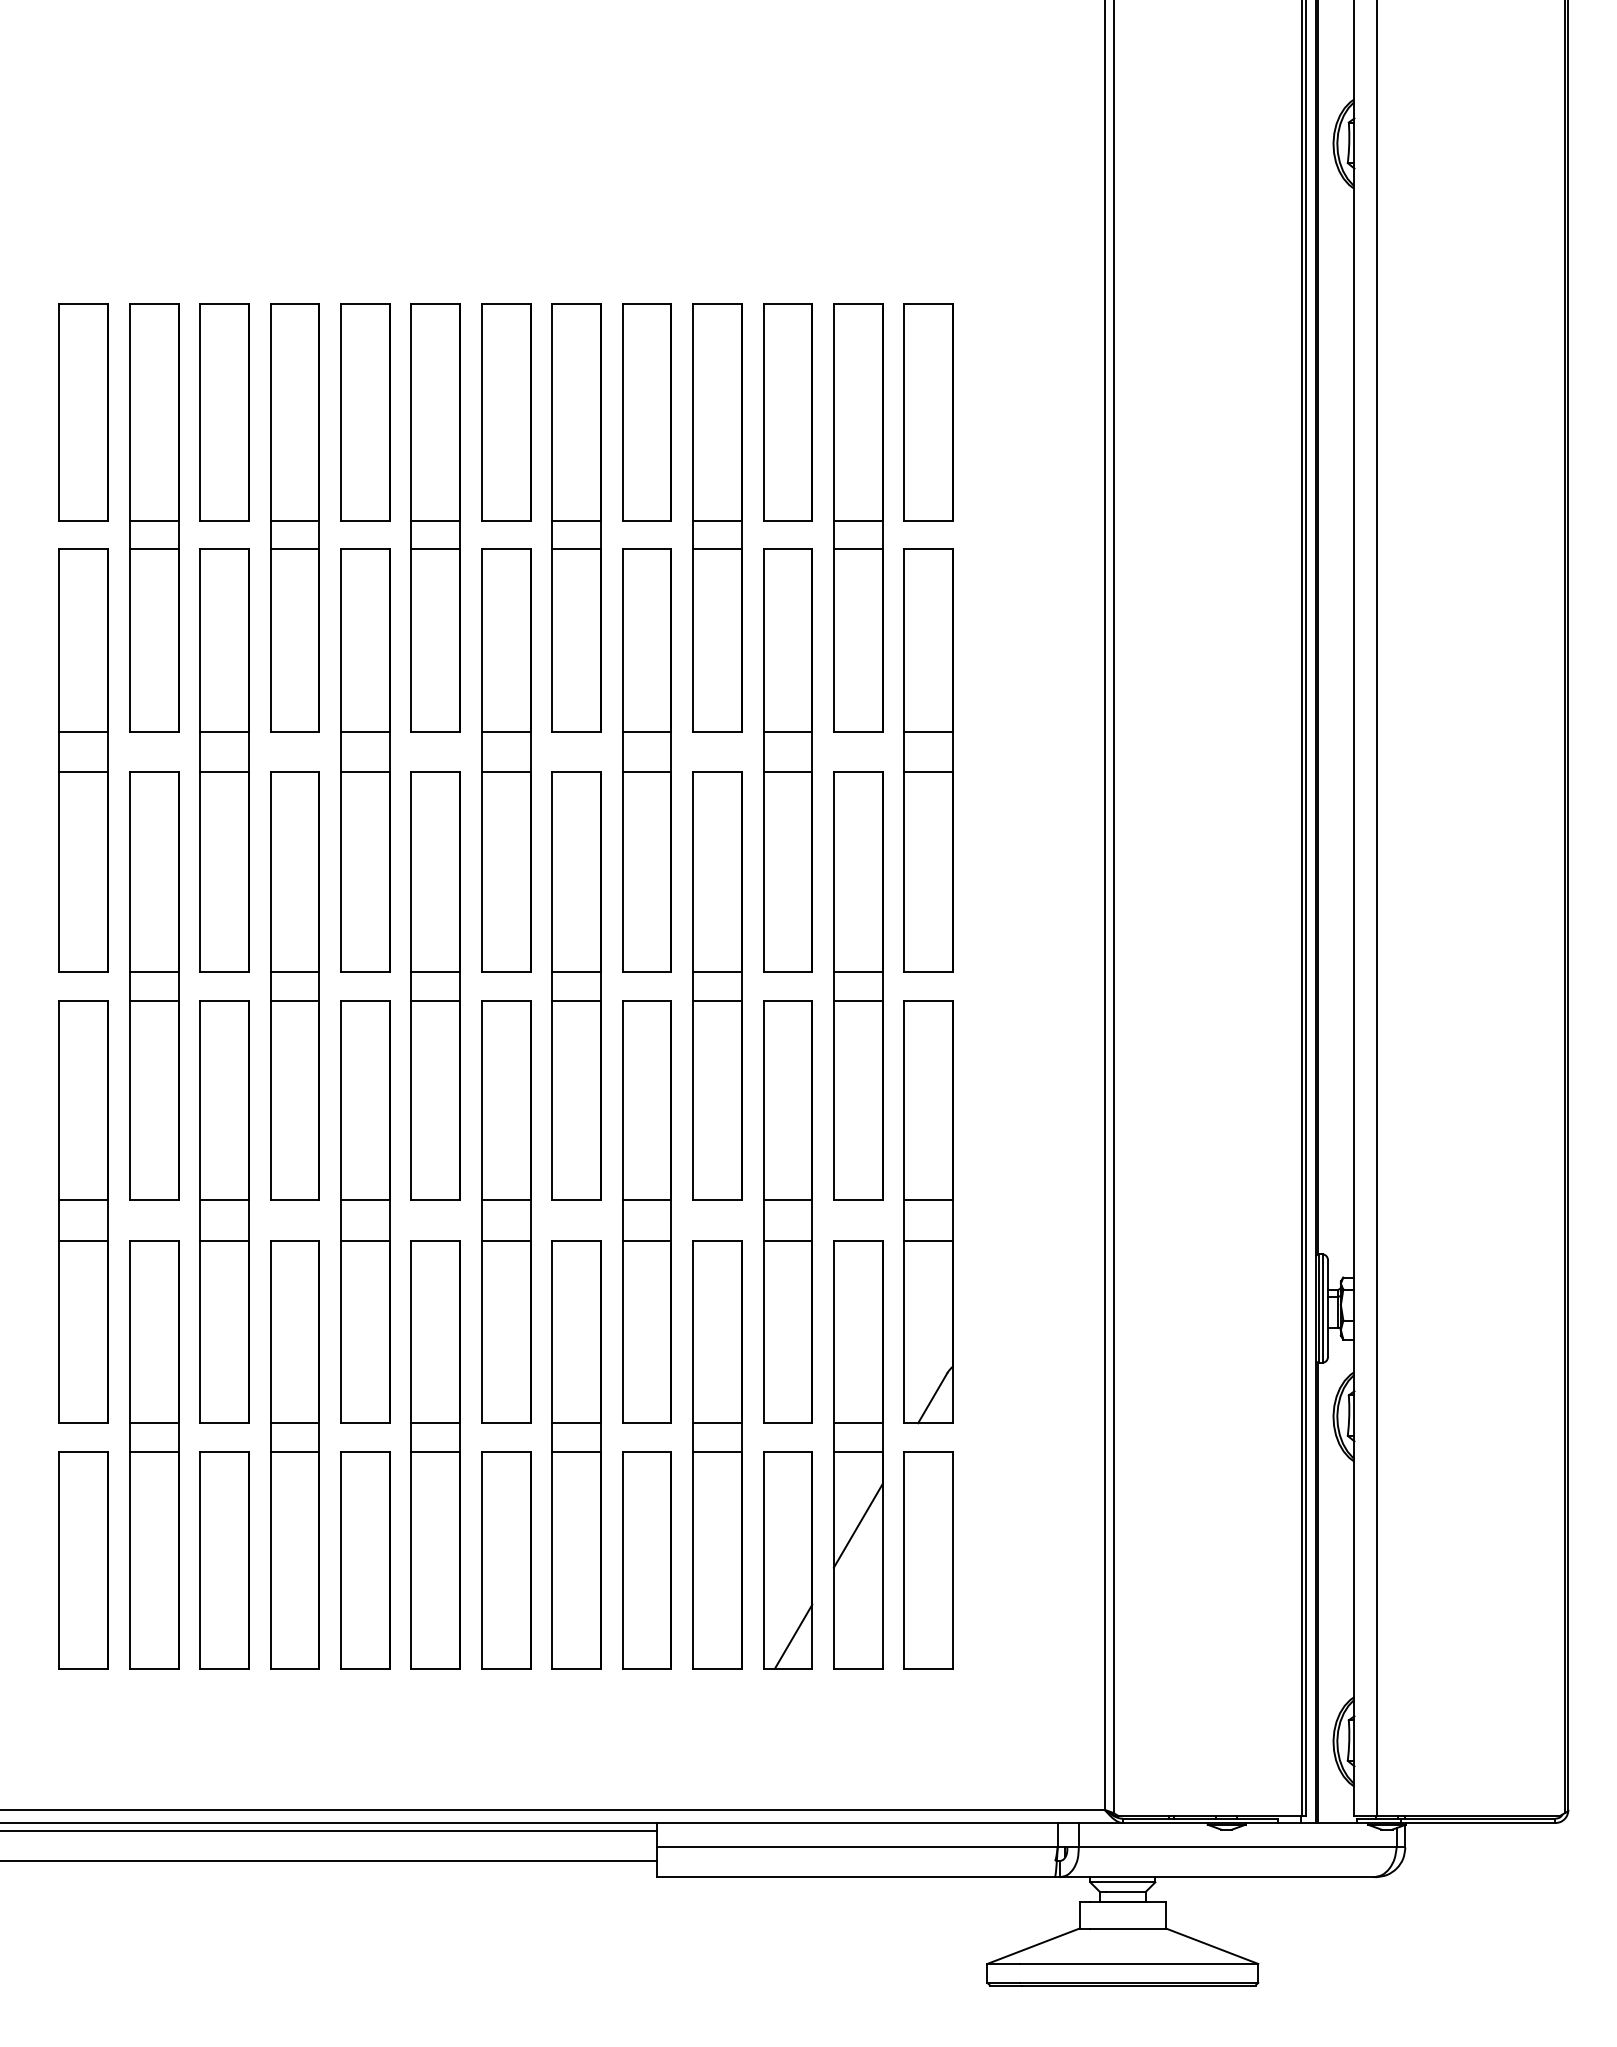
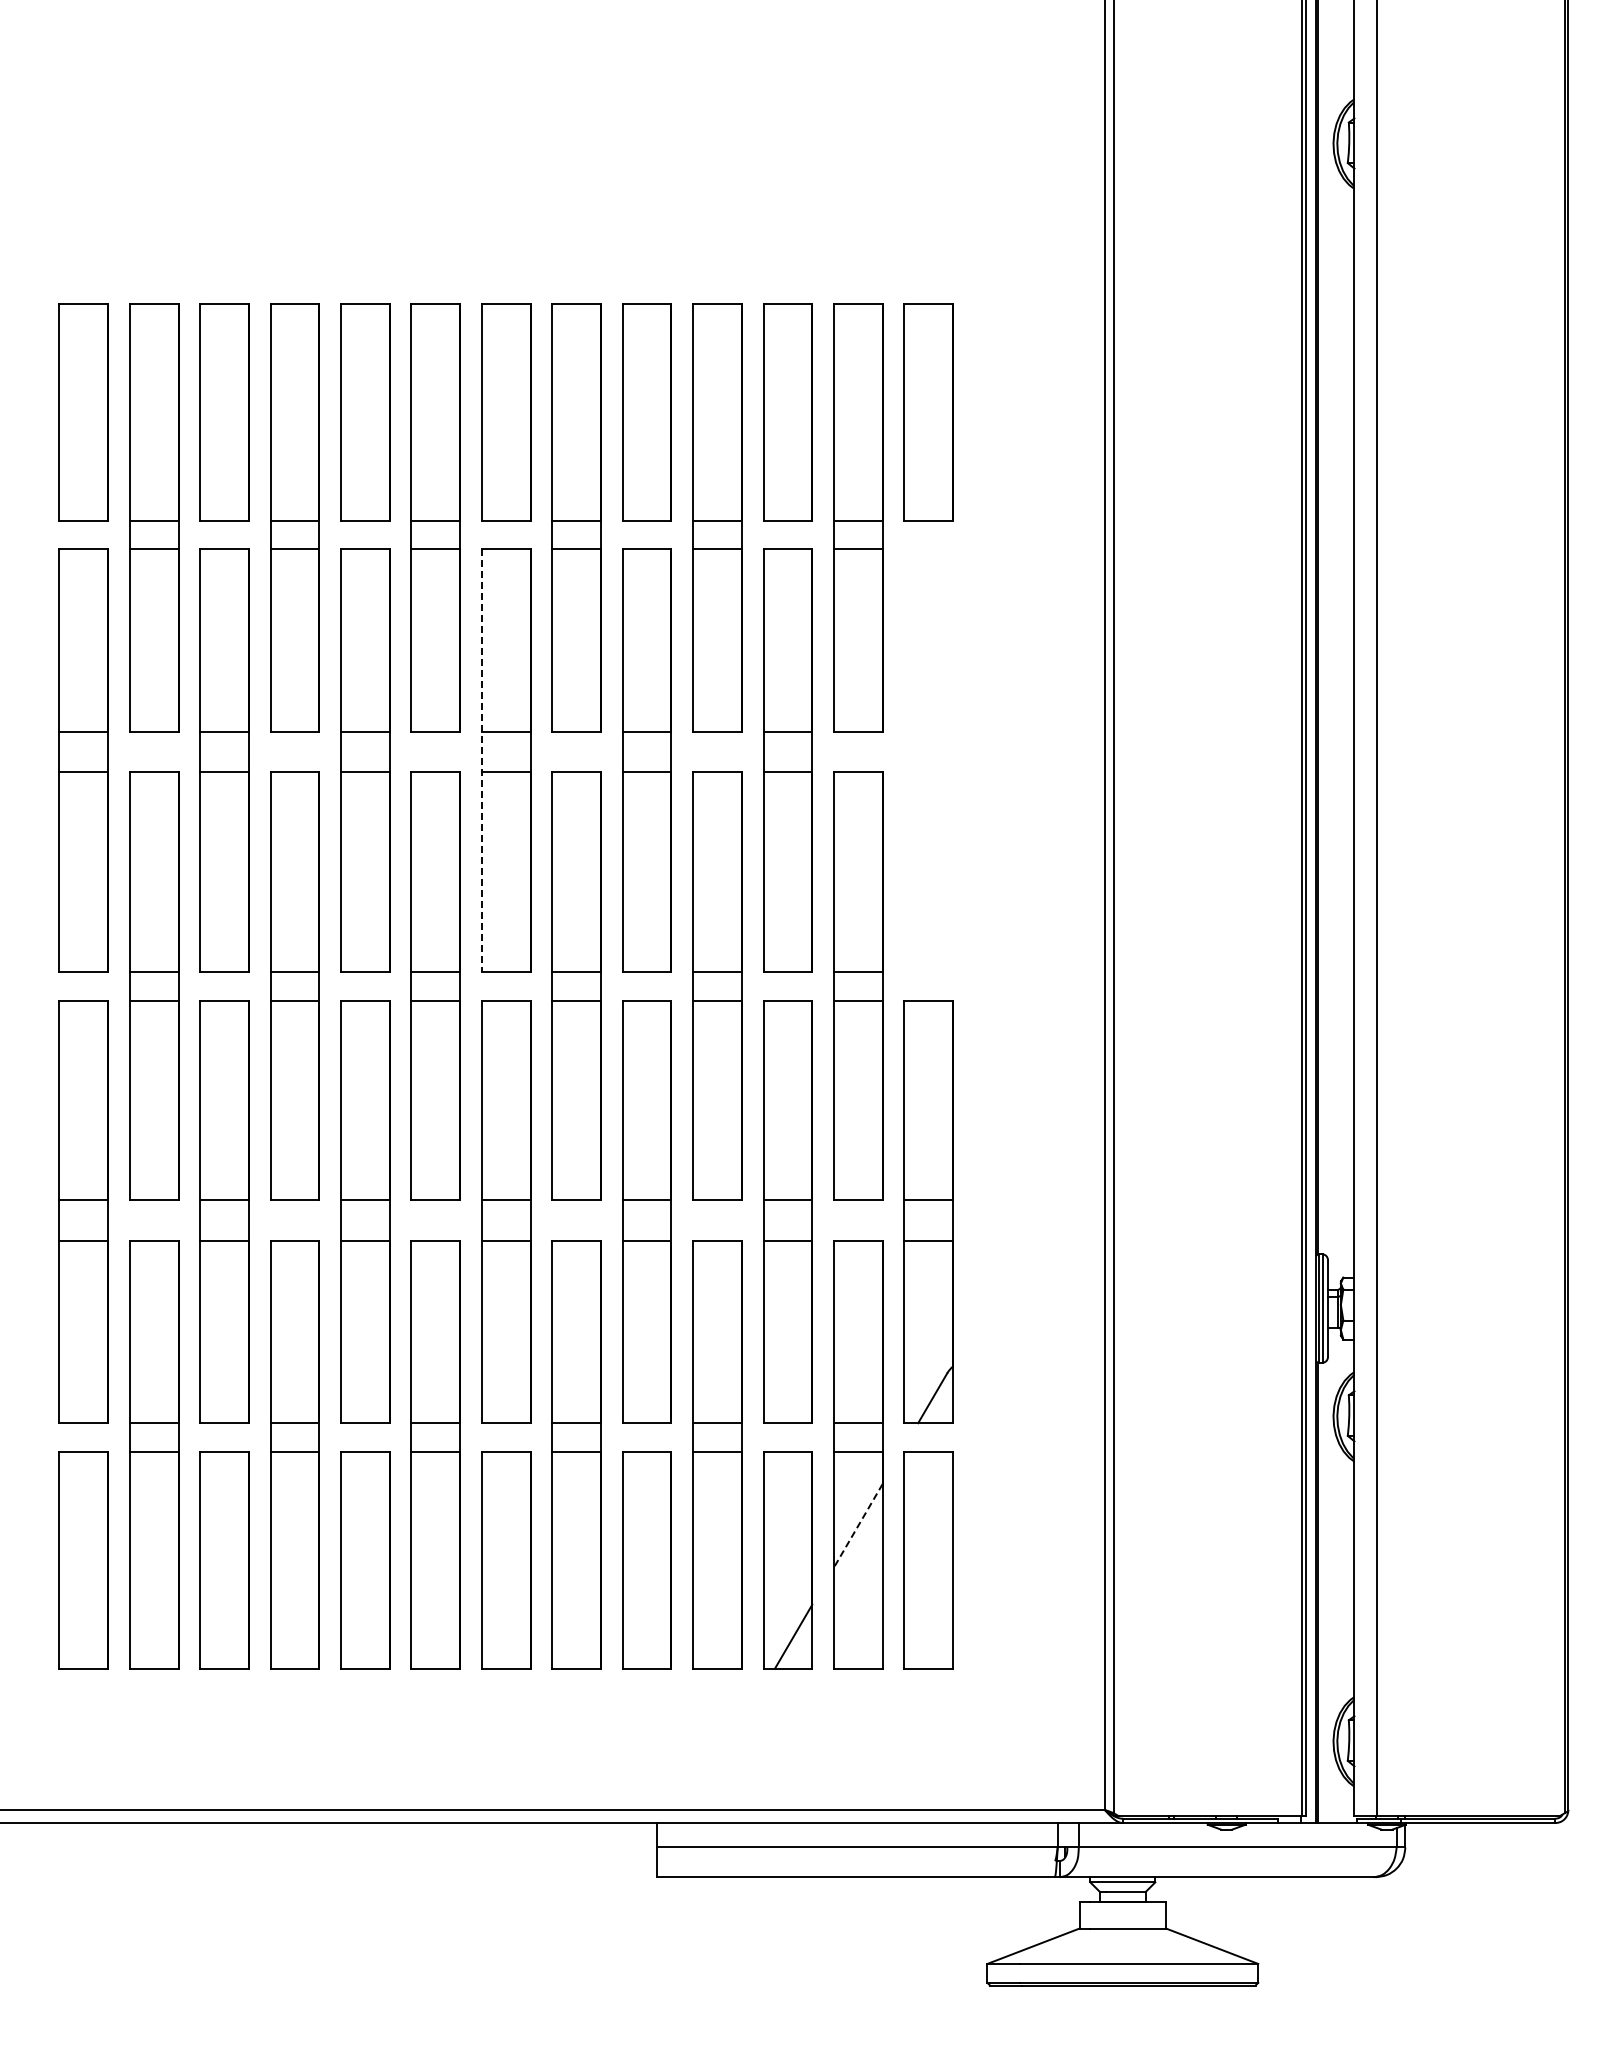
part at (928, 760): present -> none
line at (481, 761): solid -> dashed
line at (858, 1526): solid -> dashed
line at (329, 1831): present -> none
line at (329, 1861): present -> none
